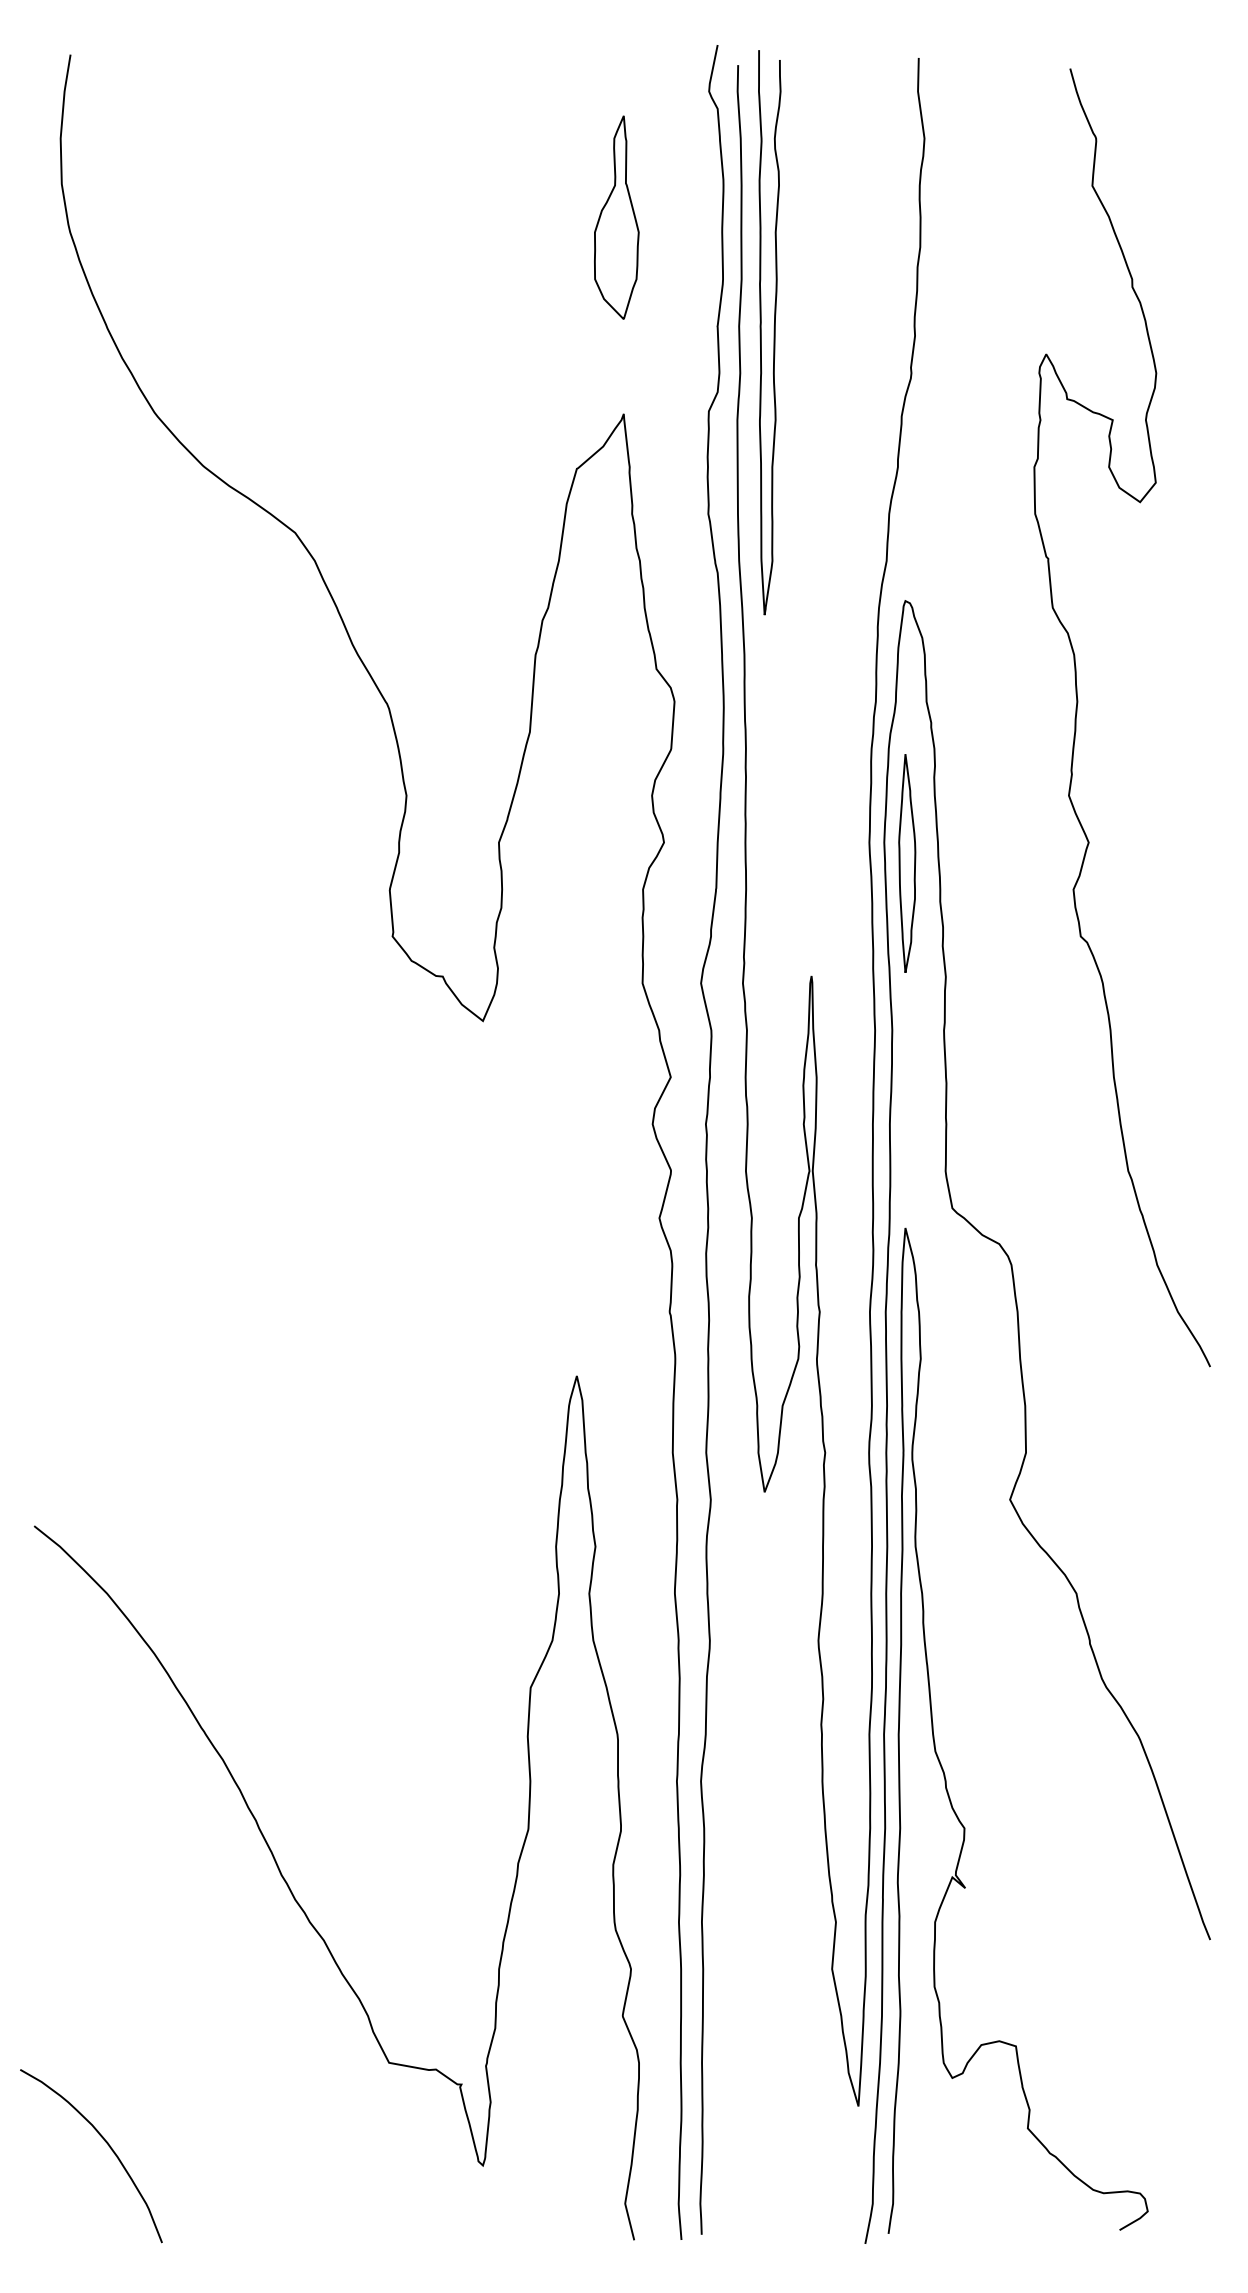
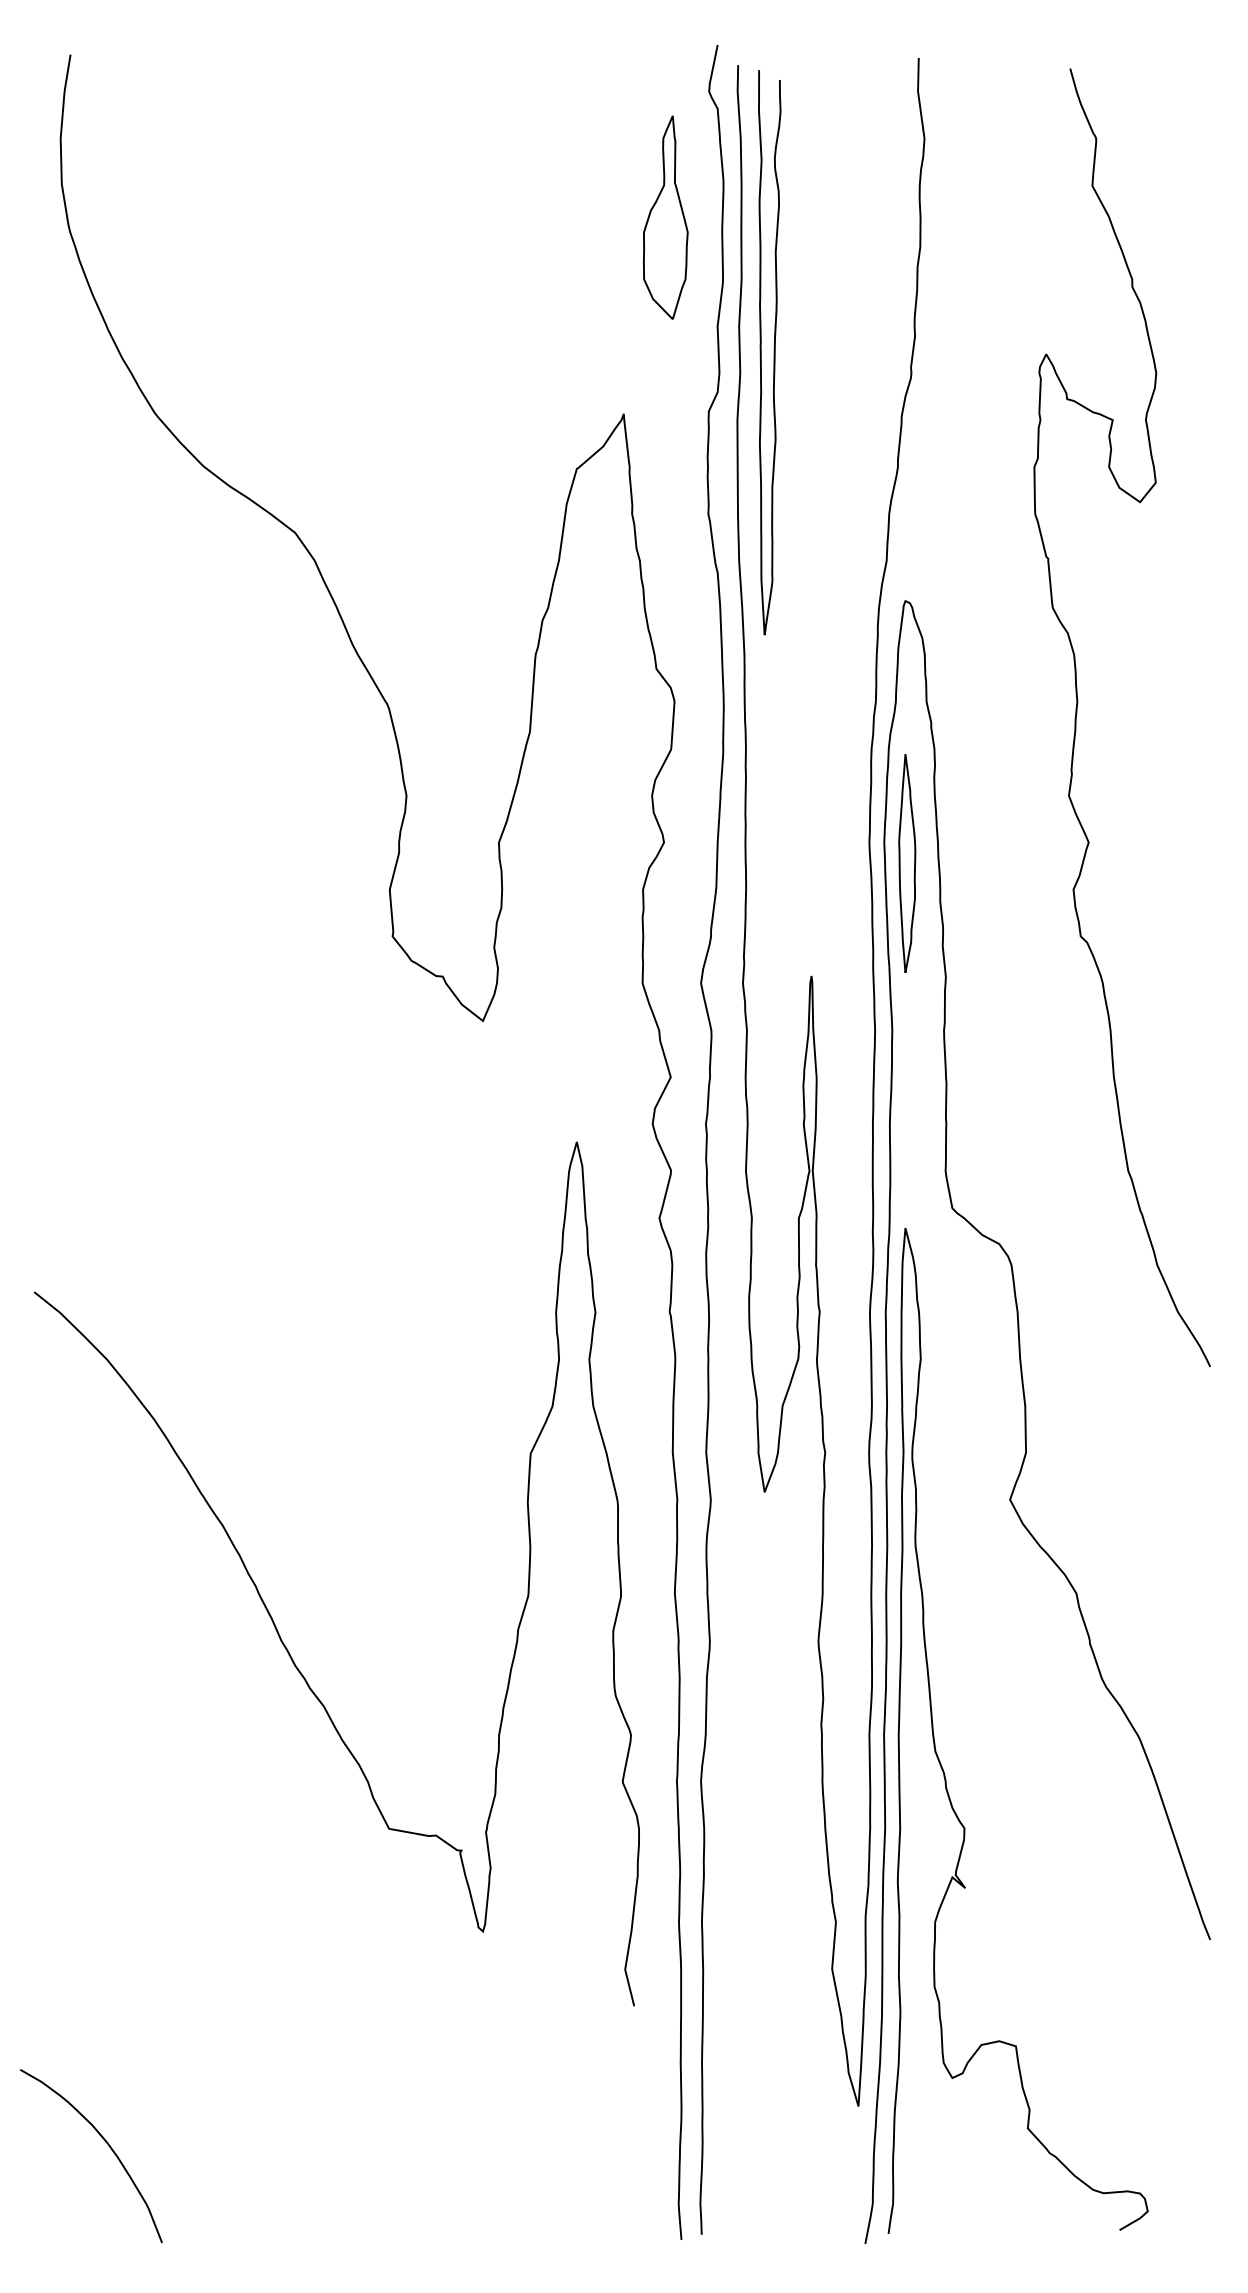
part at (616, 217) position: (616, 217) -> (665, 217)
curve at (773, 332) position: (773, 332) -> (773, 352)
curve at (269, 1845) position: (269, 1845) -> (269, 1611)
